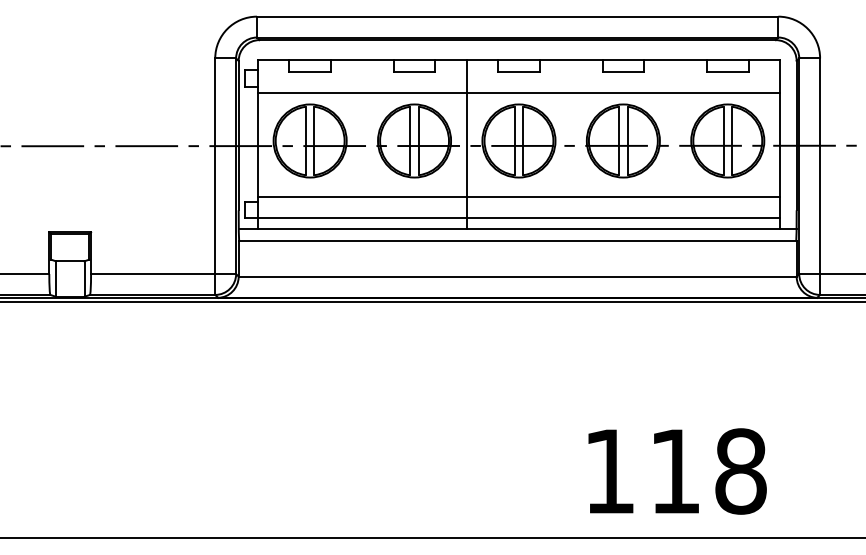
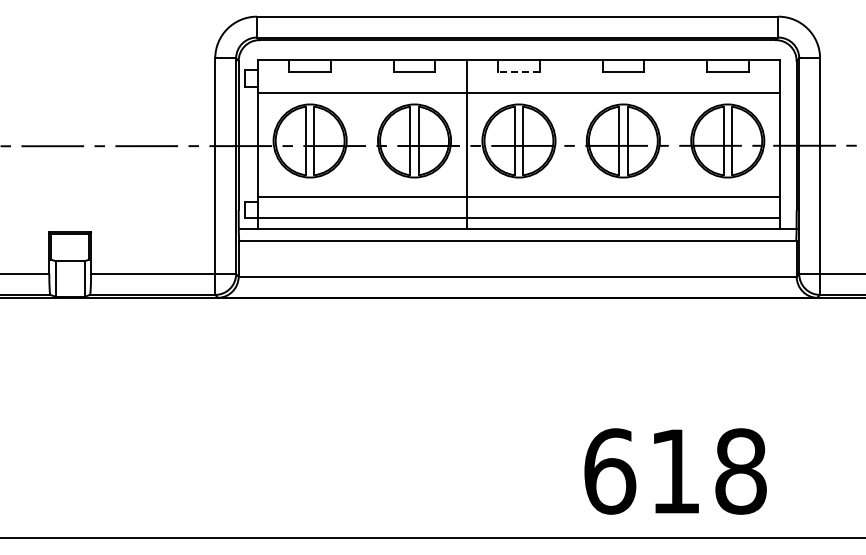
line at (518, 72): solid -> dashed
line at (432, 301): present -> none
text at (610, 471): 118 -> 618
